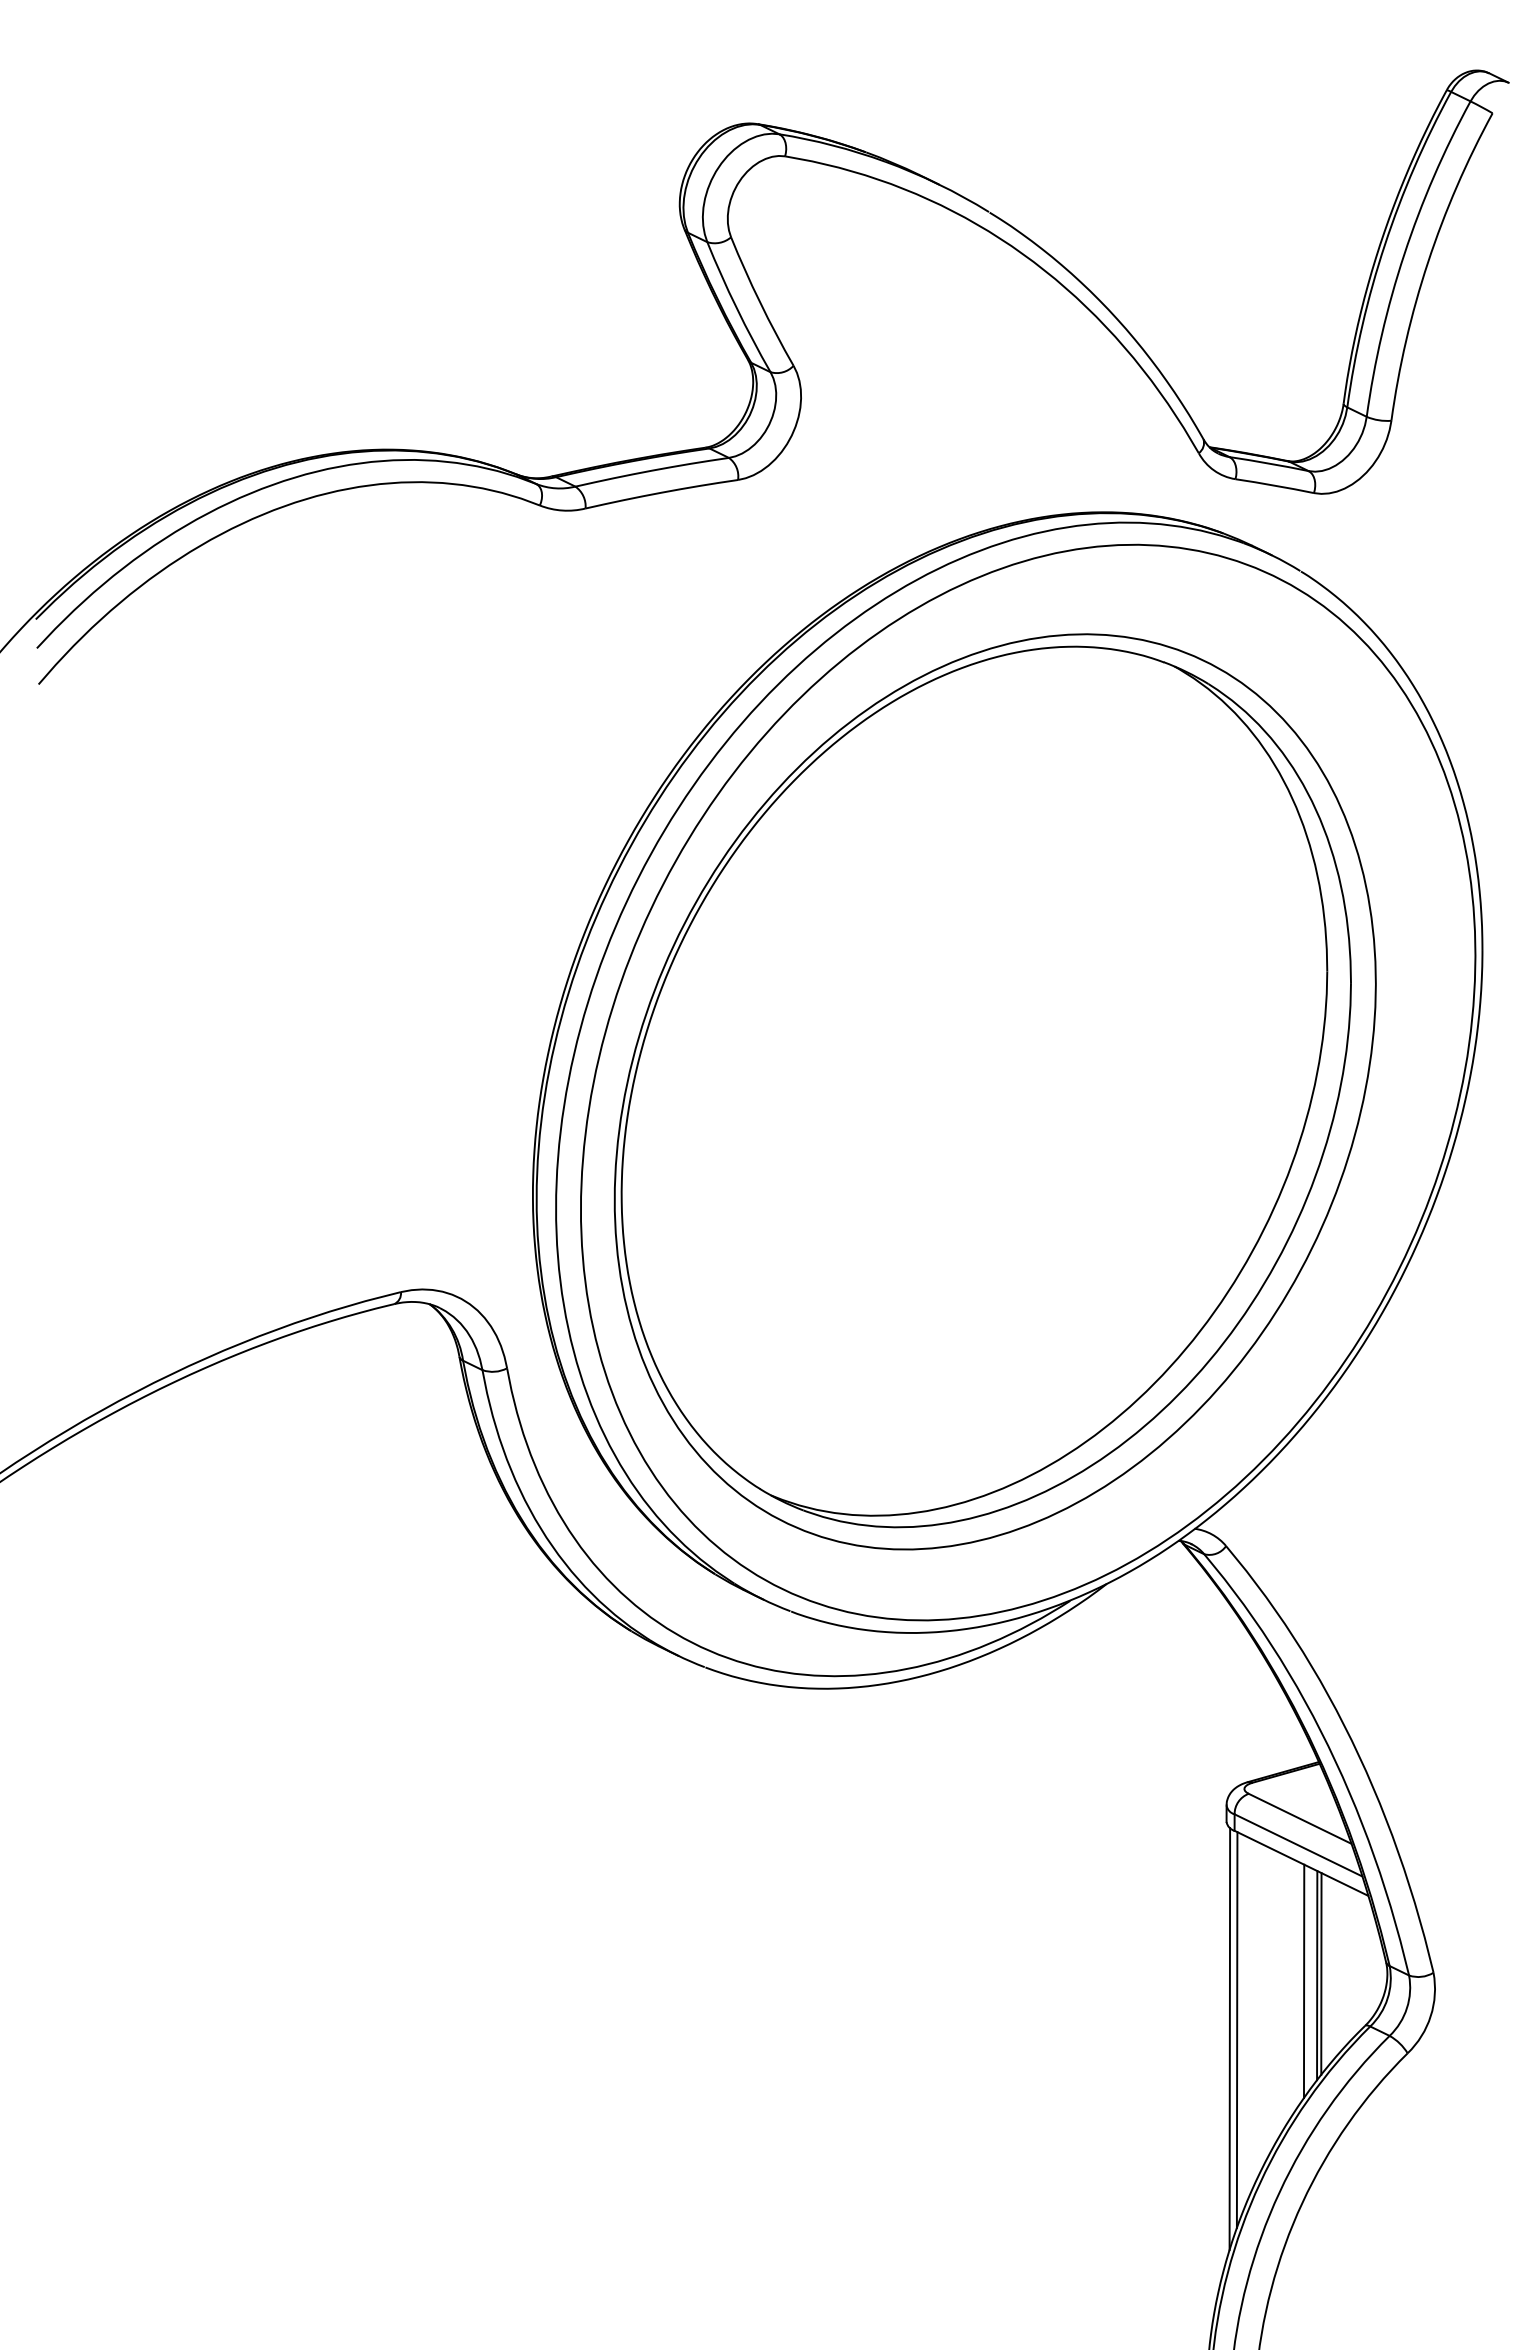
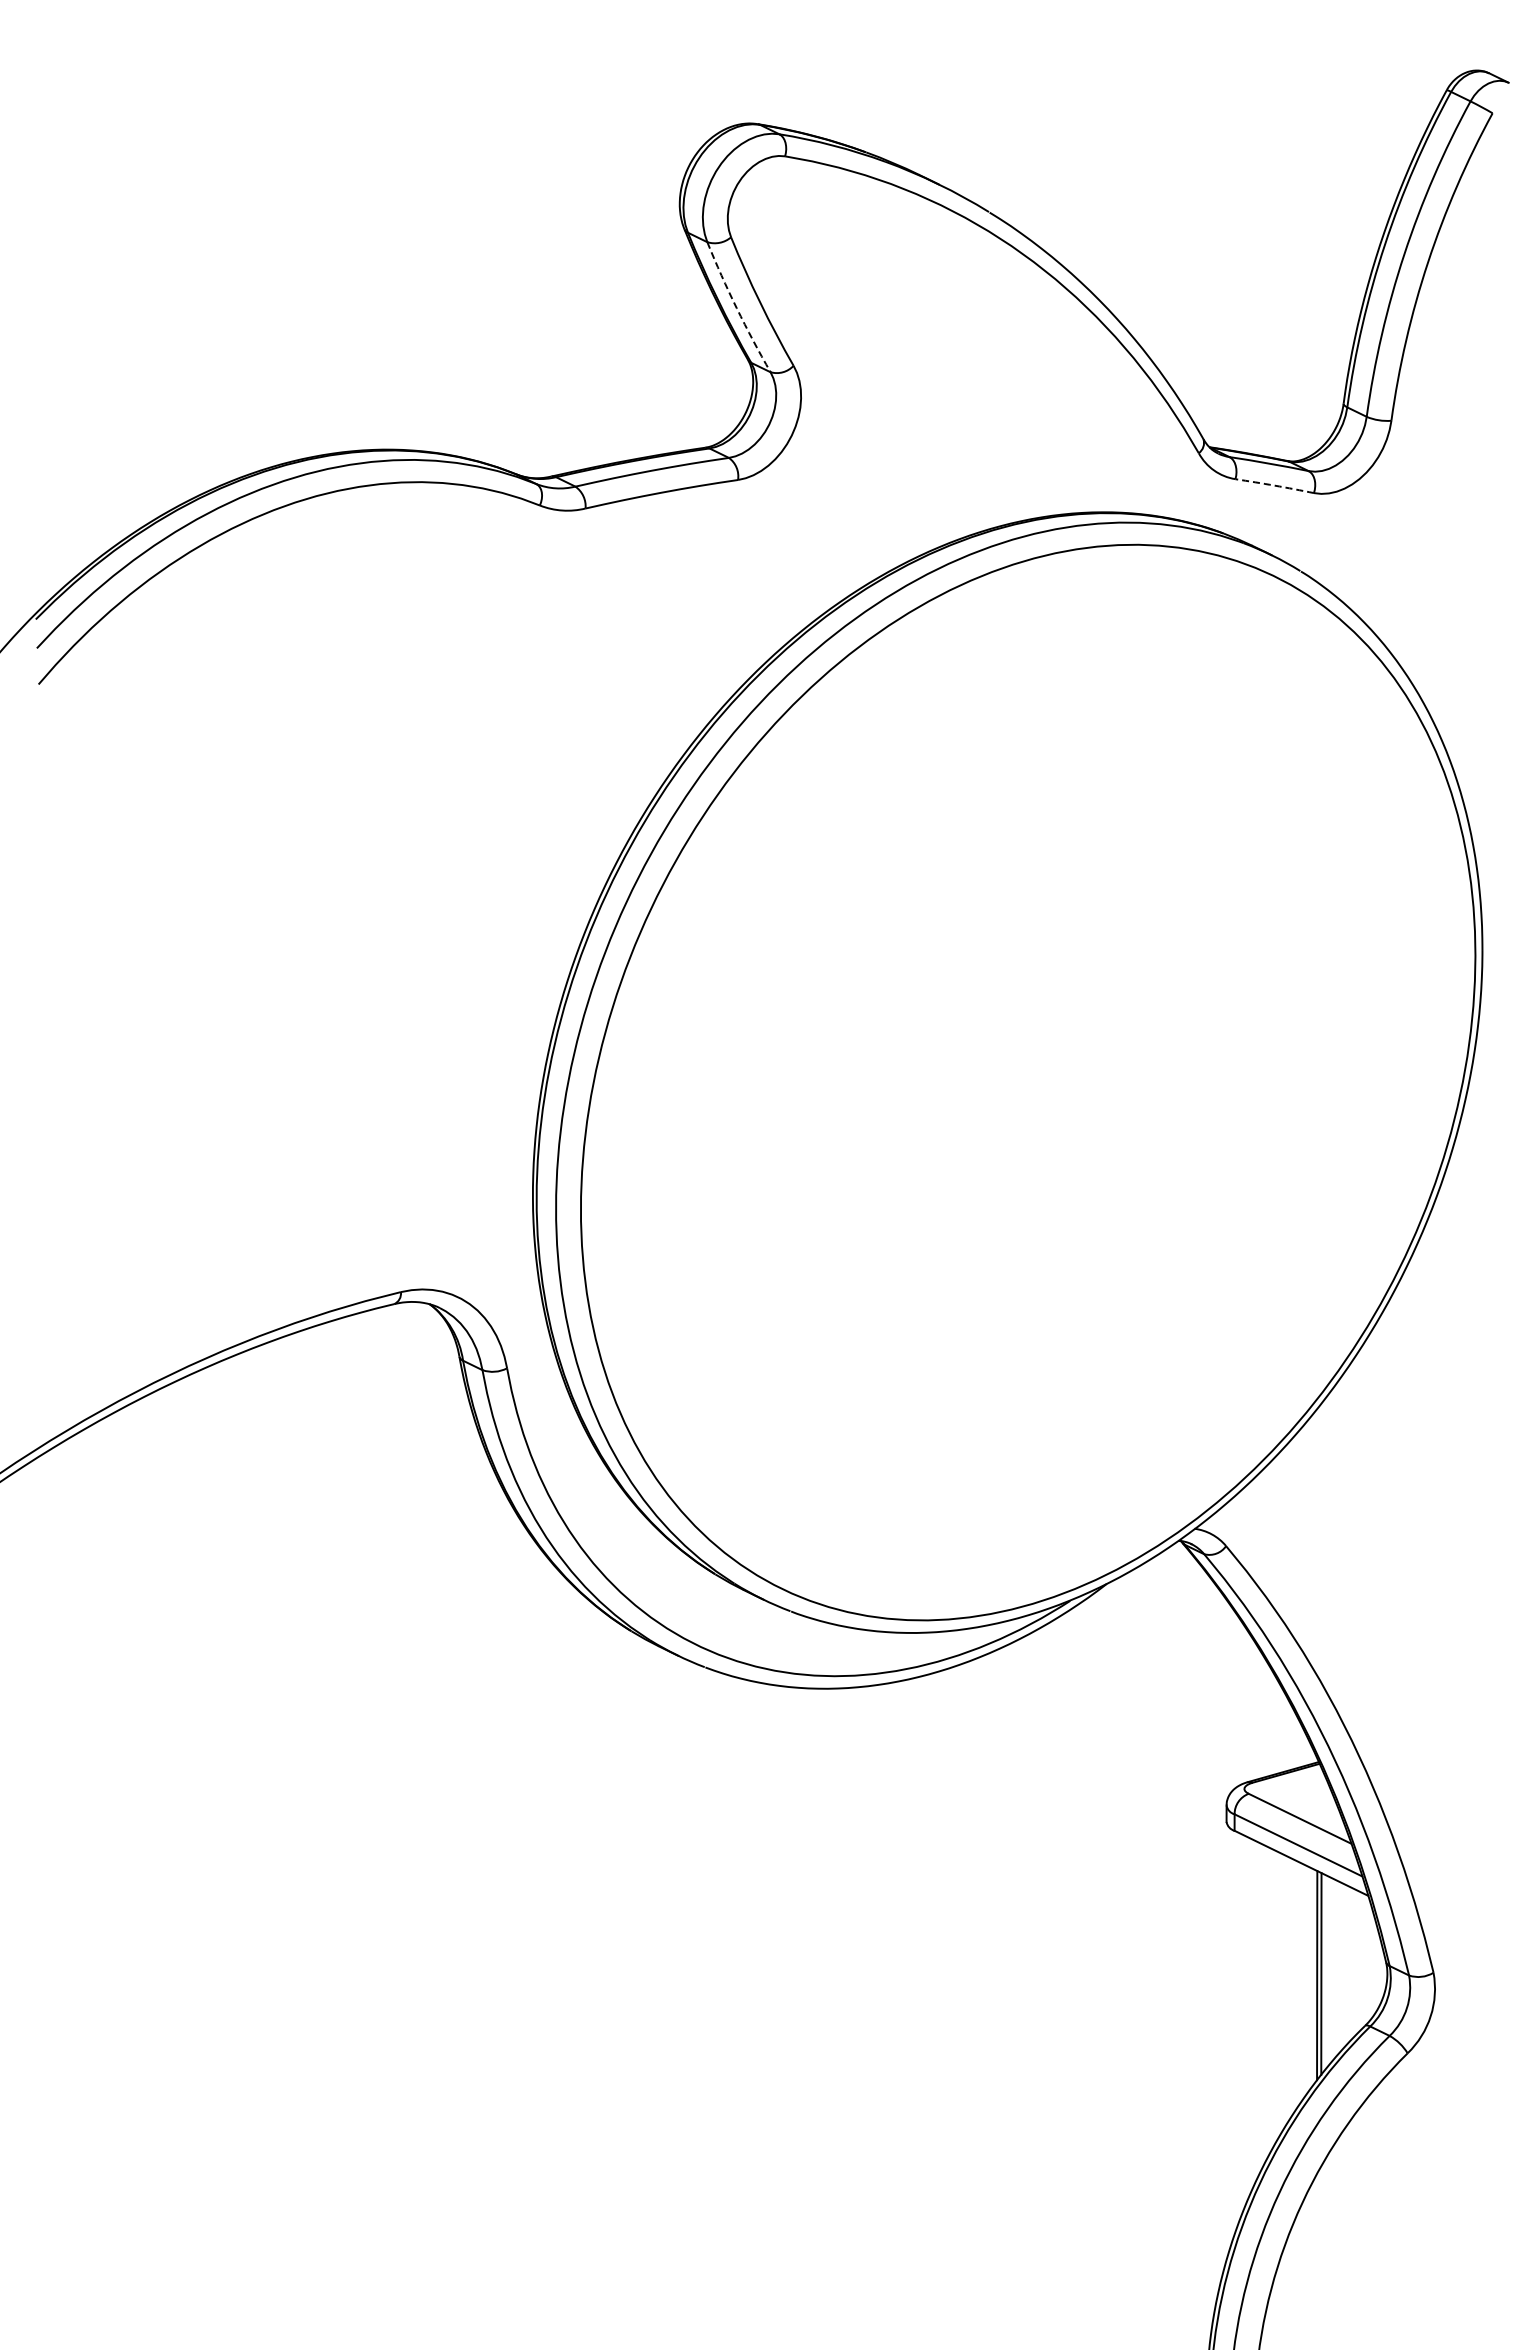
arc at (736, 308): solid -> dashed
arc at (1274, 485): solid -> dashed
part at (994, 1091): present -> none
line at (1303, 1981): present -> none
line at (1236, 2030): present -> none
line at (1229, 2039): present -> none
